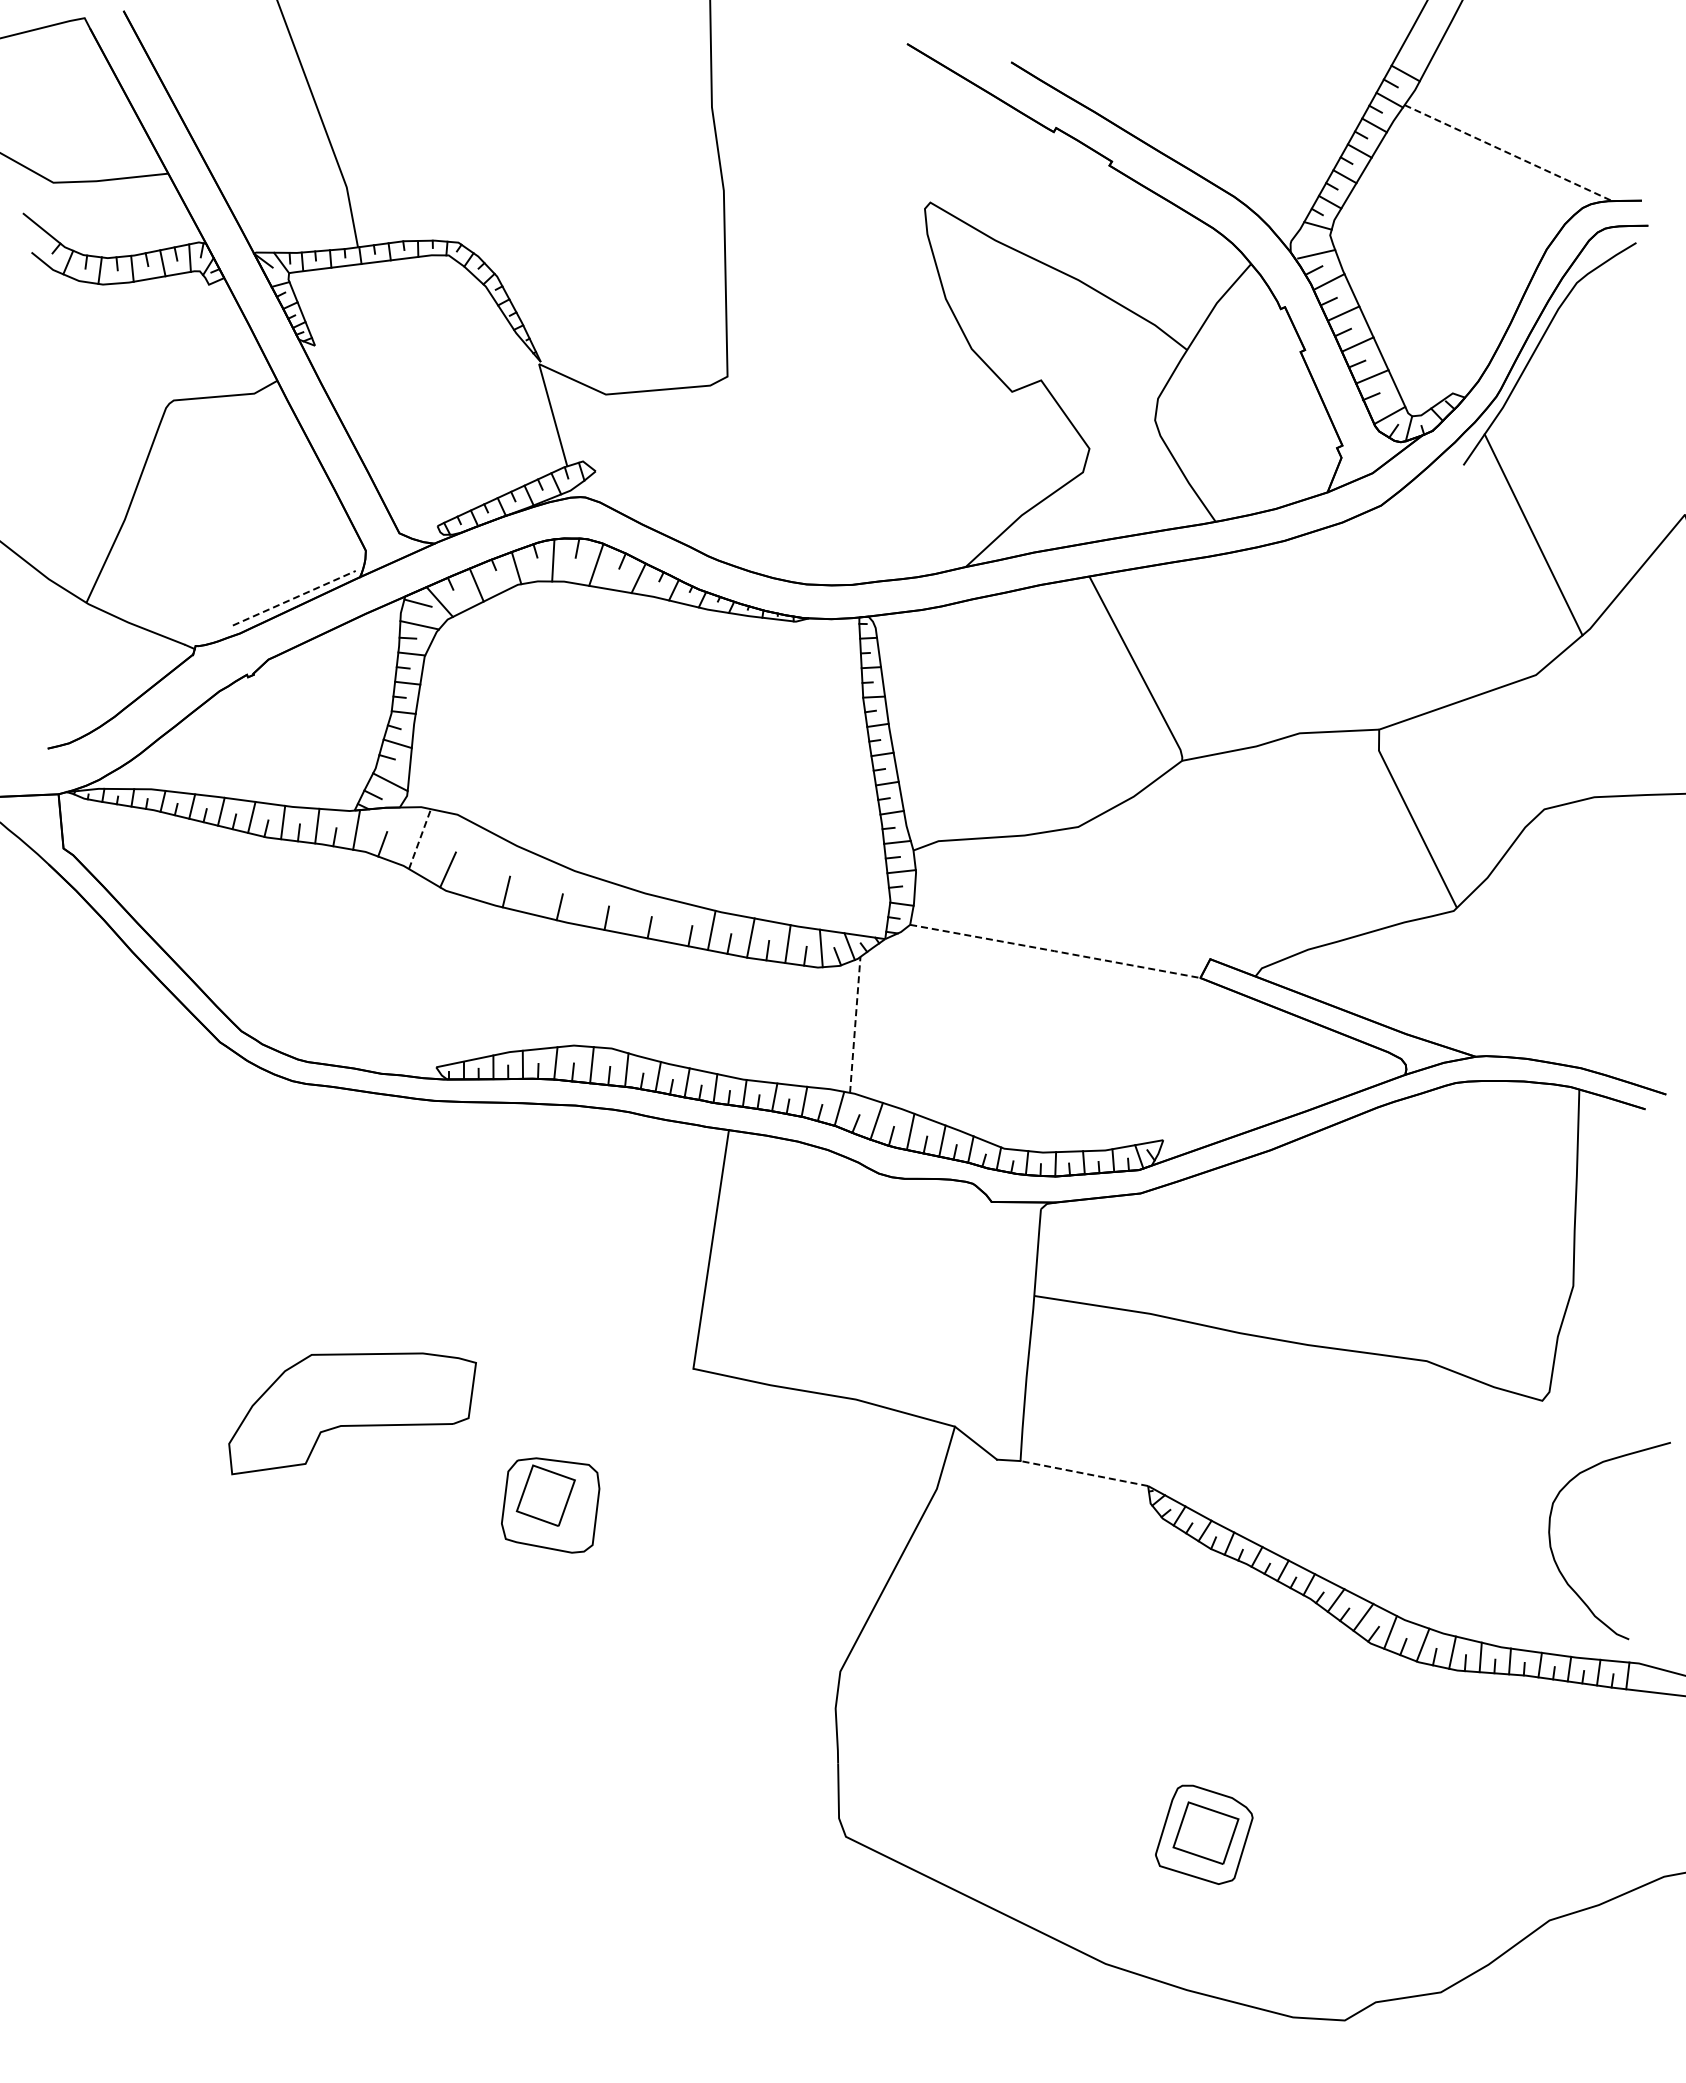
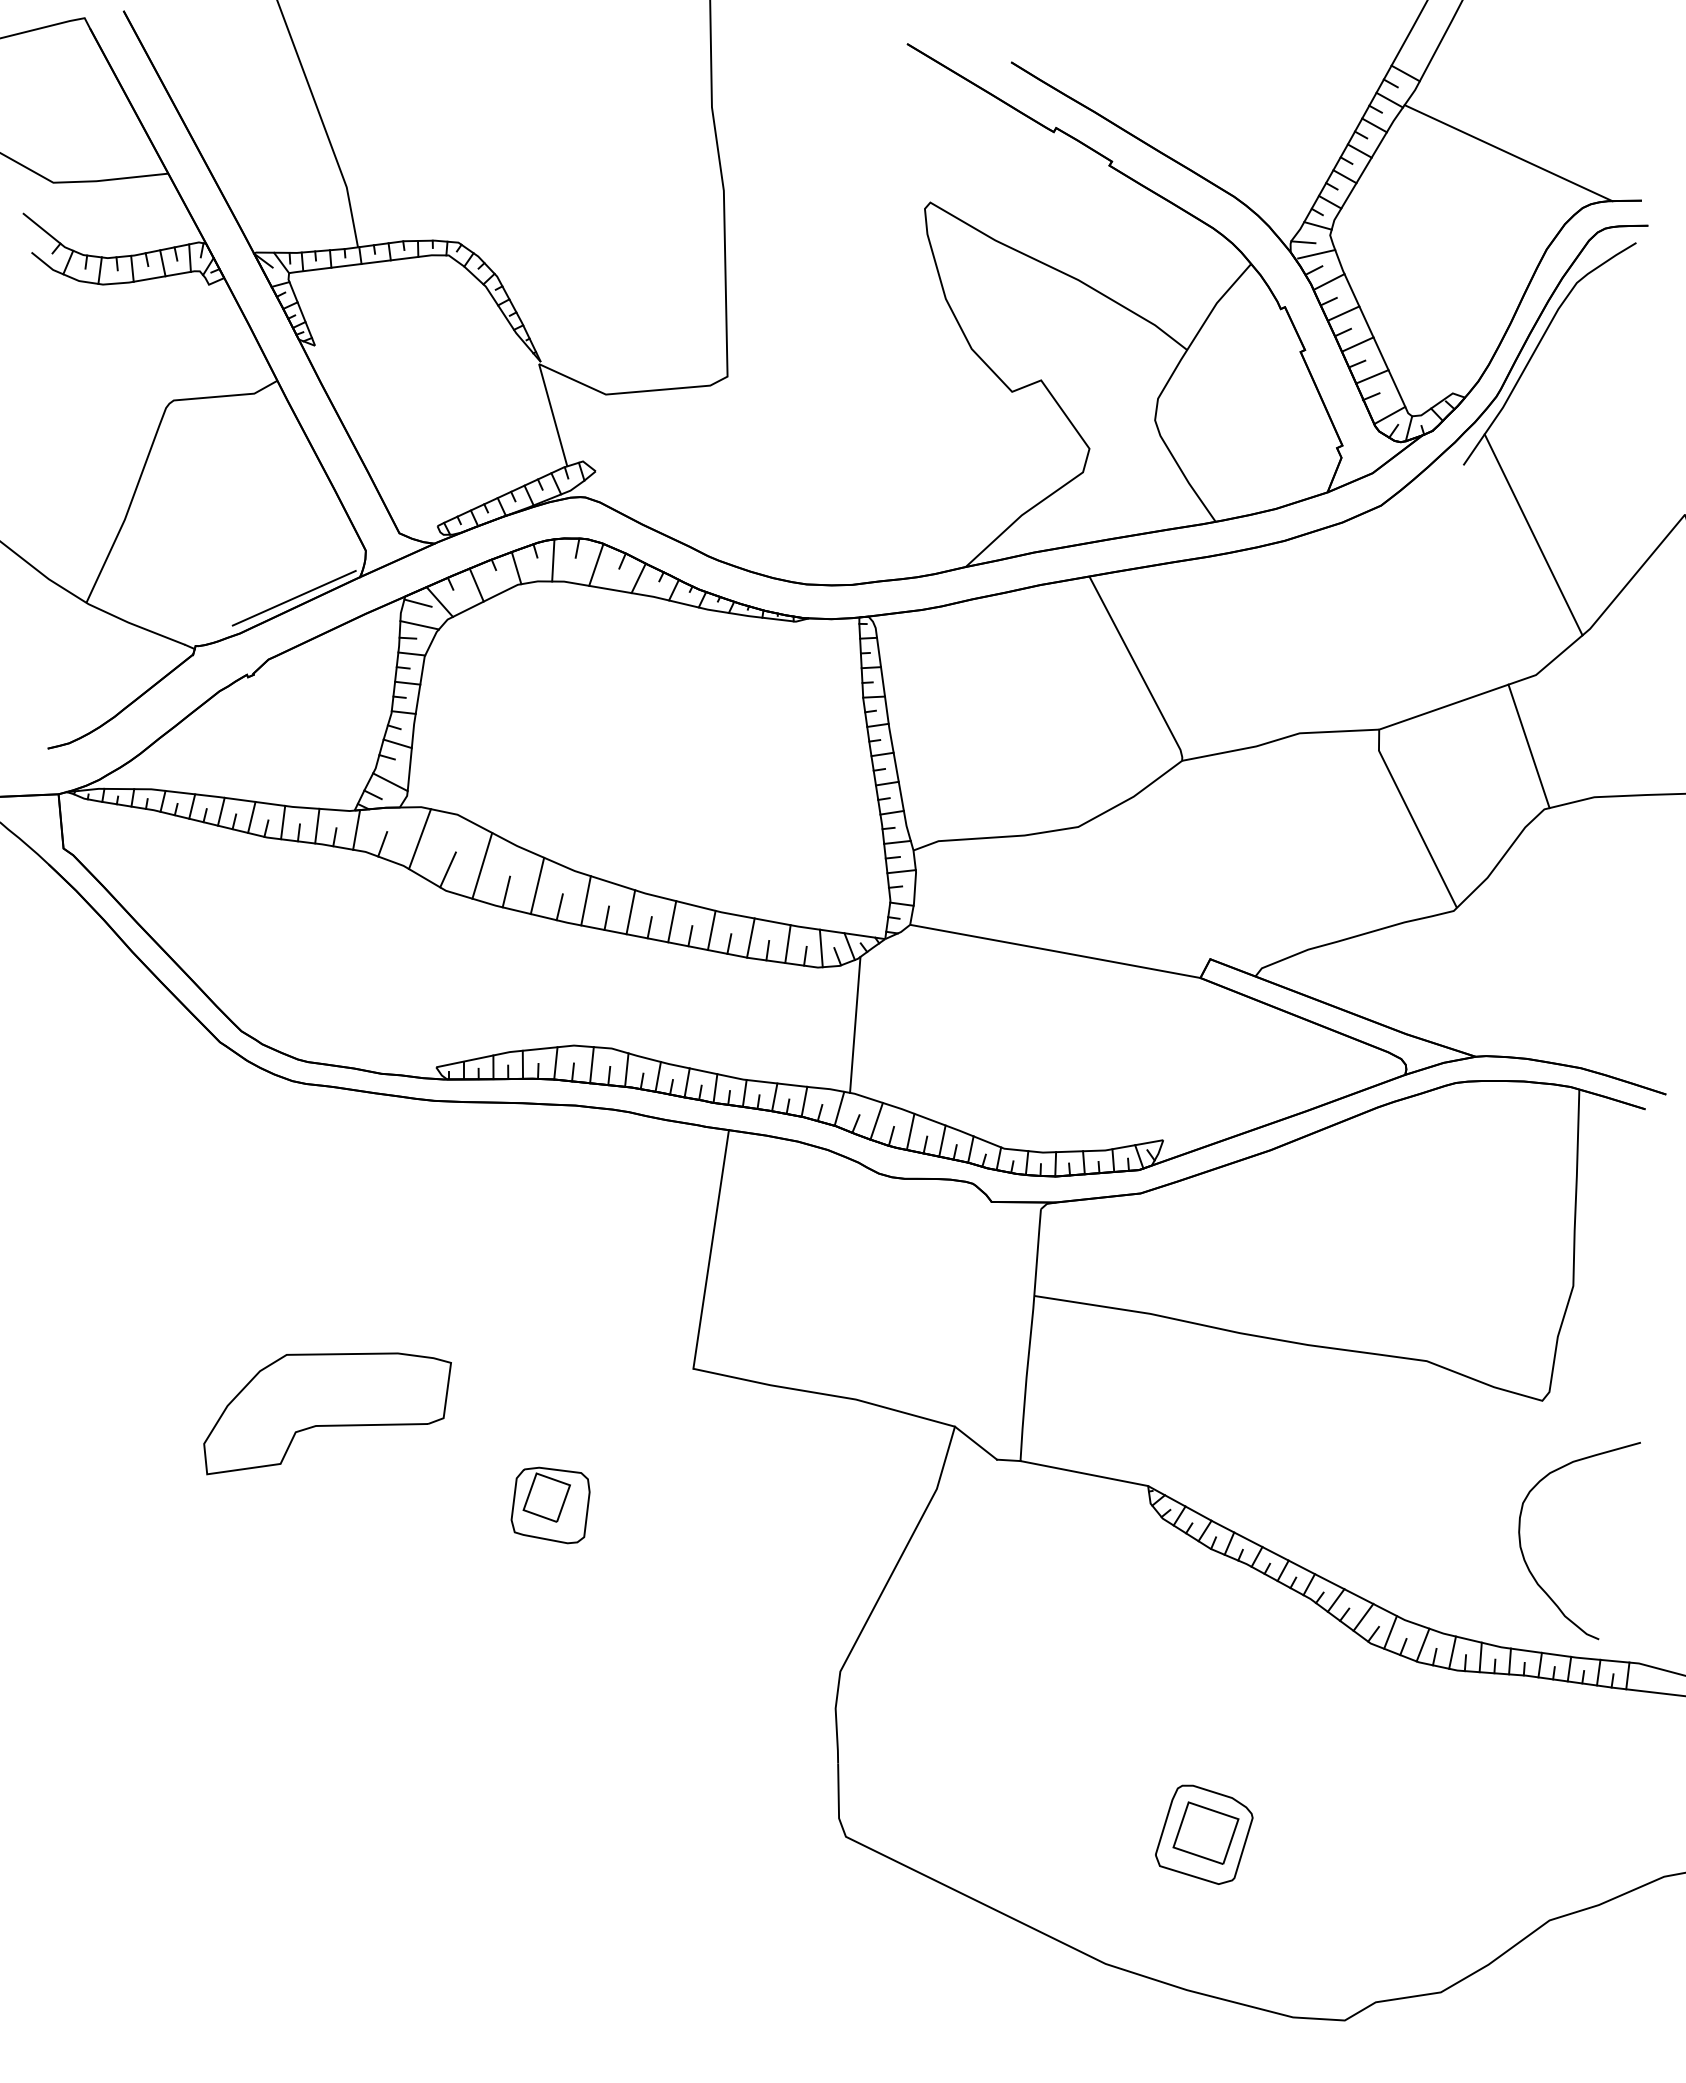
line at (1508, 153): dashed -> solid
line at (1303, 242): none -> present
line at (294, 598): dashed -> solid
line at (1528, 746): none -> present
line at (420, 839): dashed -> solid
line at (482, 865): none -> present
line at (537, 885): none -> present
line at (585, 900): none -> present
line at (630, 912): none -> present
line at (672, 921): none -> present
line at (1055, 951): dashed -> solid
line at (855, 1024): dashed -> solid
part at (352, 1413) position: (352, 1413) -> (327, 1413)
line at (1083, 1473): dashed -> solid
part at (550, 1505) size: 100x97 px -> 81x79 px
curve at (1556, 1561) position: (1556, 1561) -> (1526, 1561)
